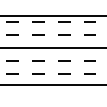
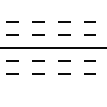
line at (52, 16): present -> none
line at (52, 85): present -> none
